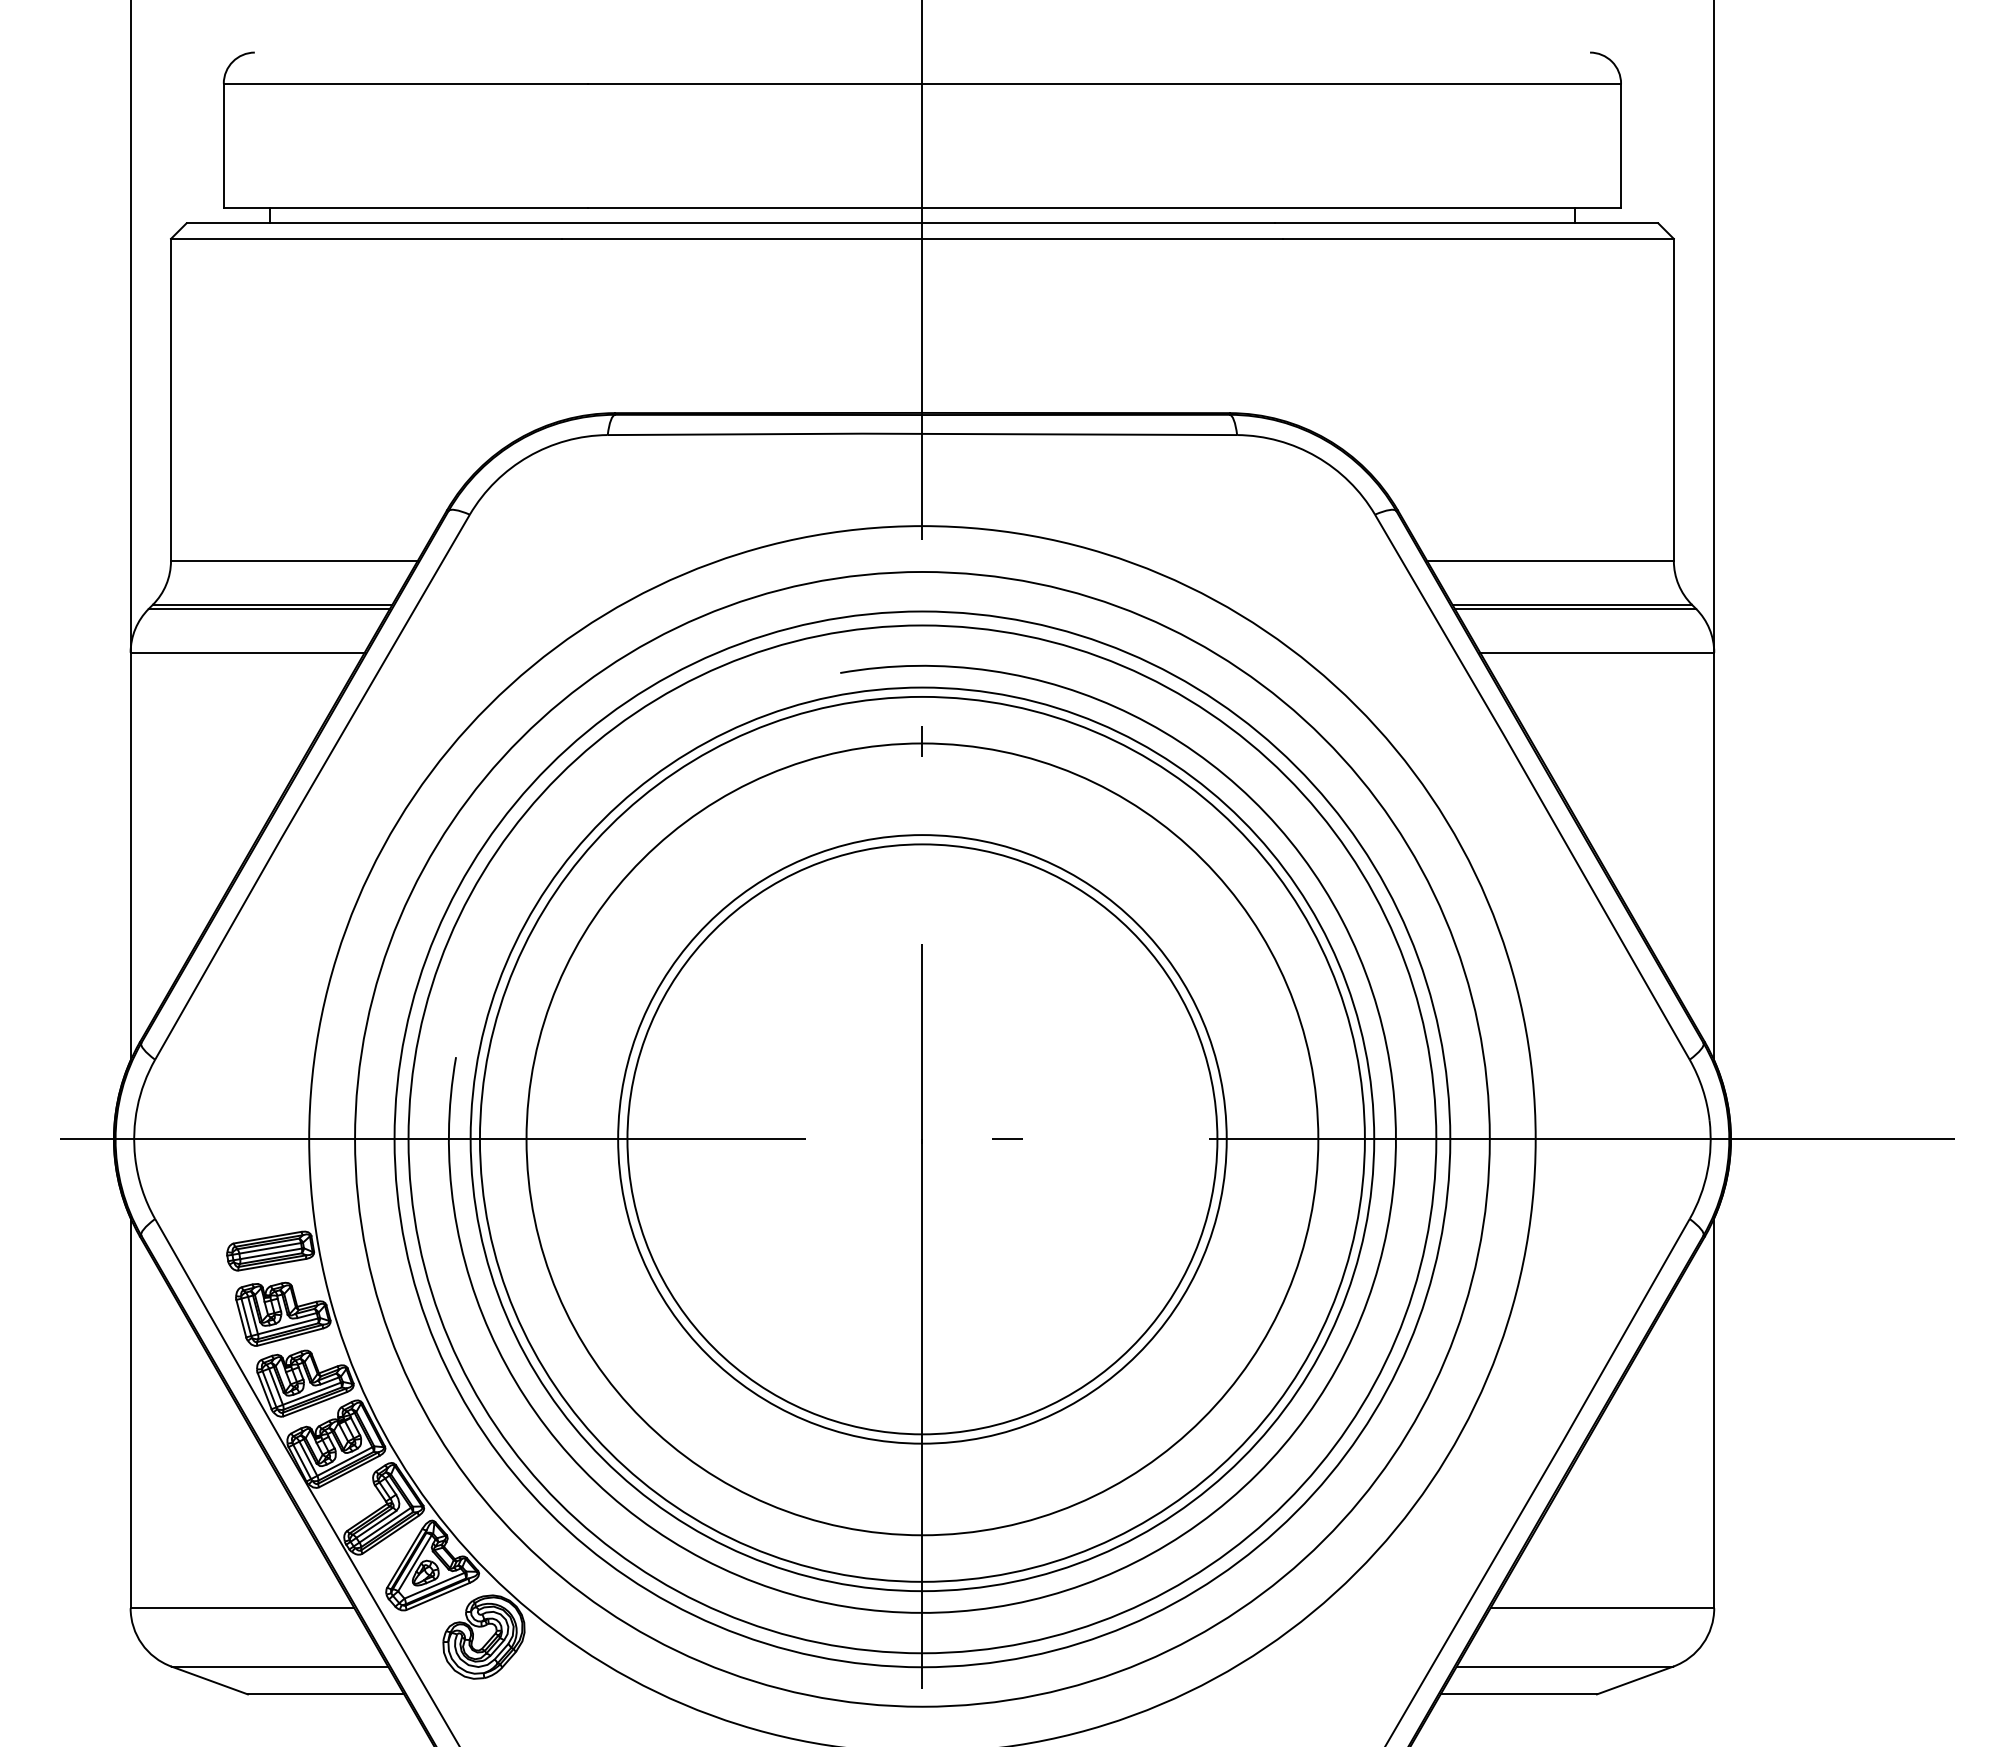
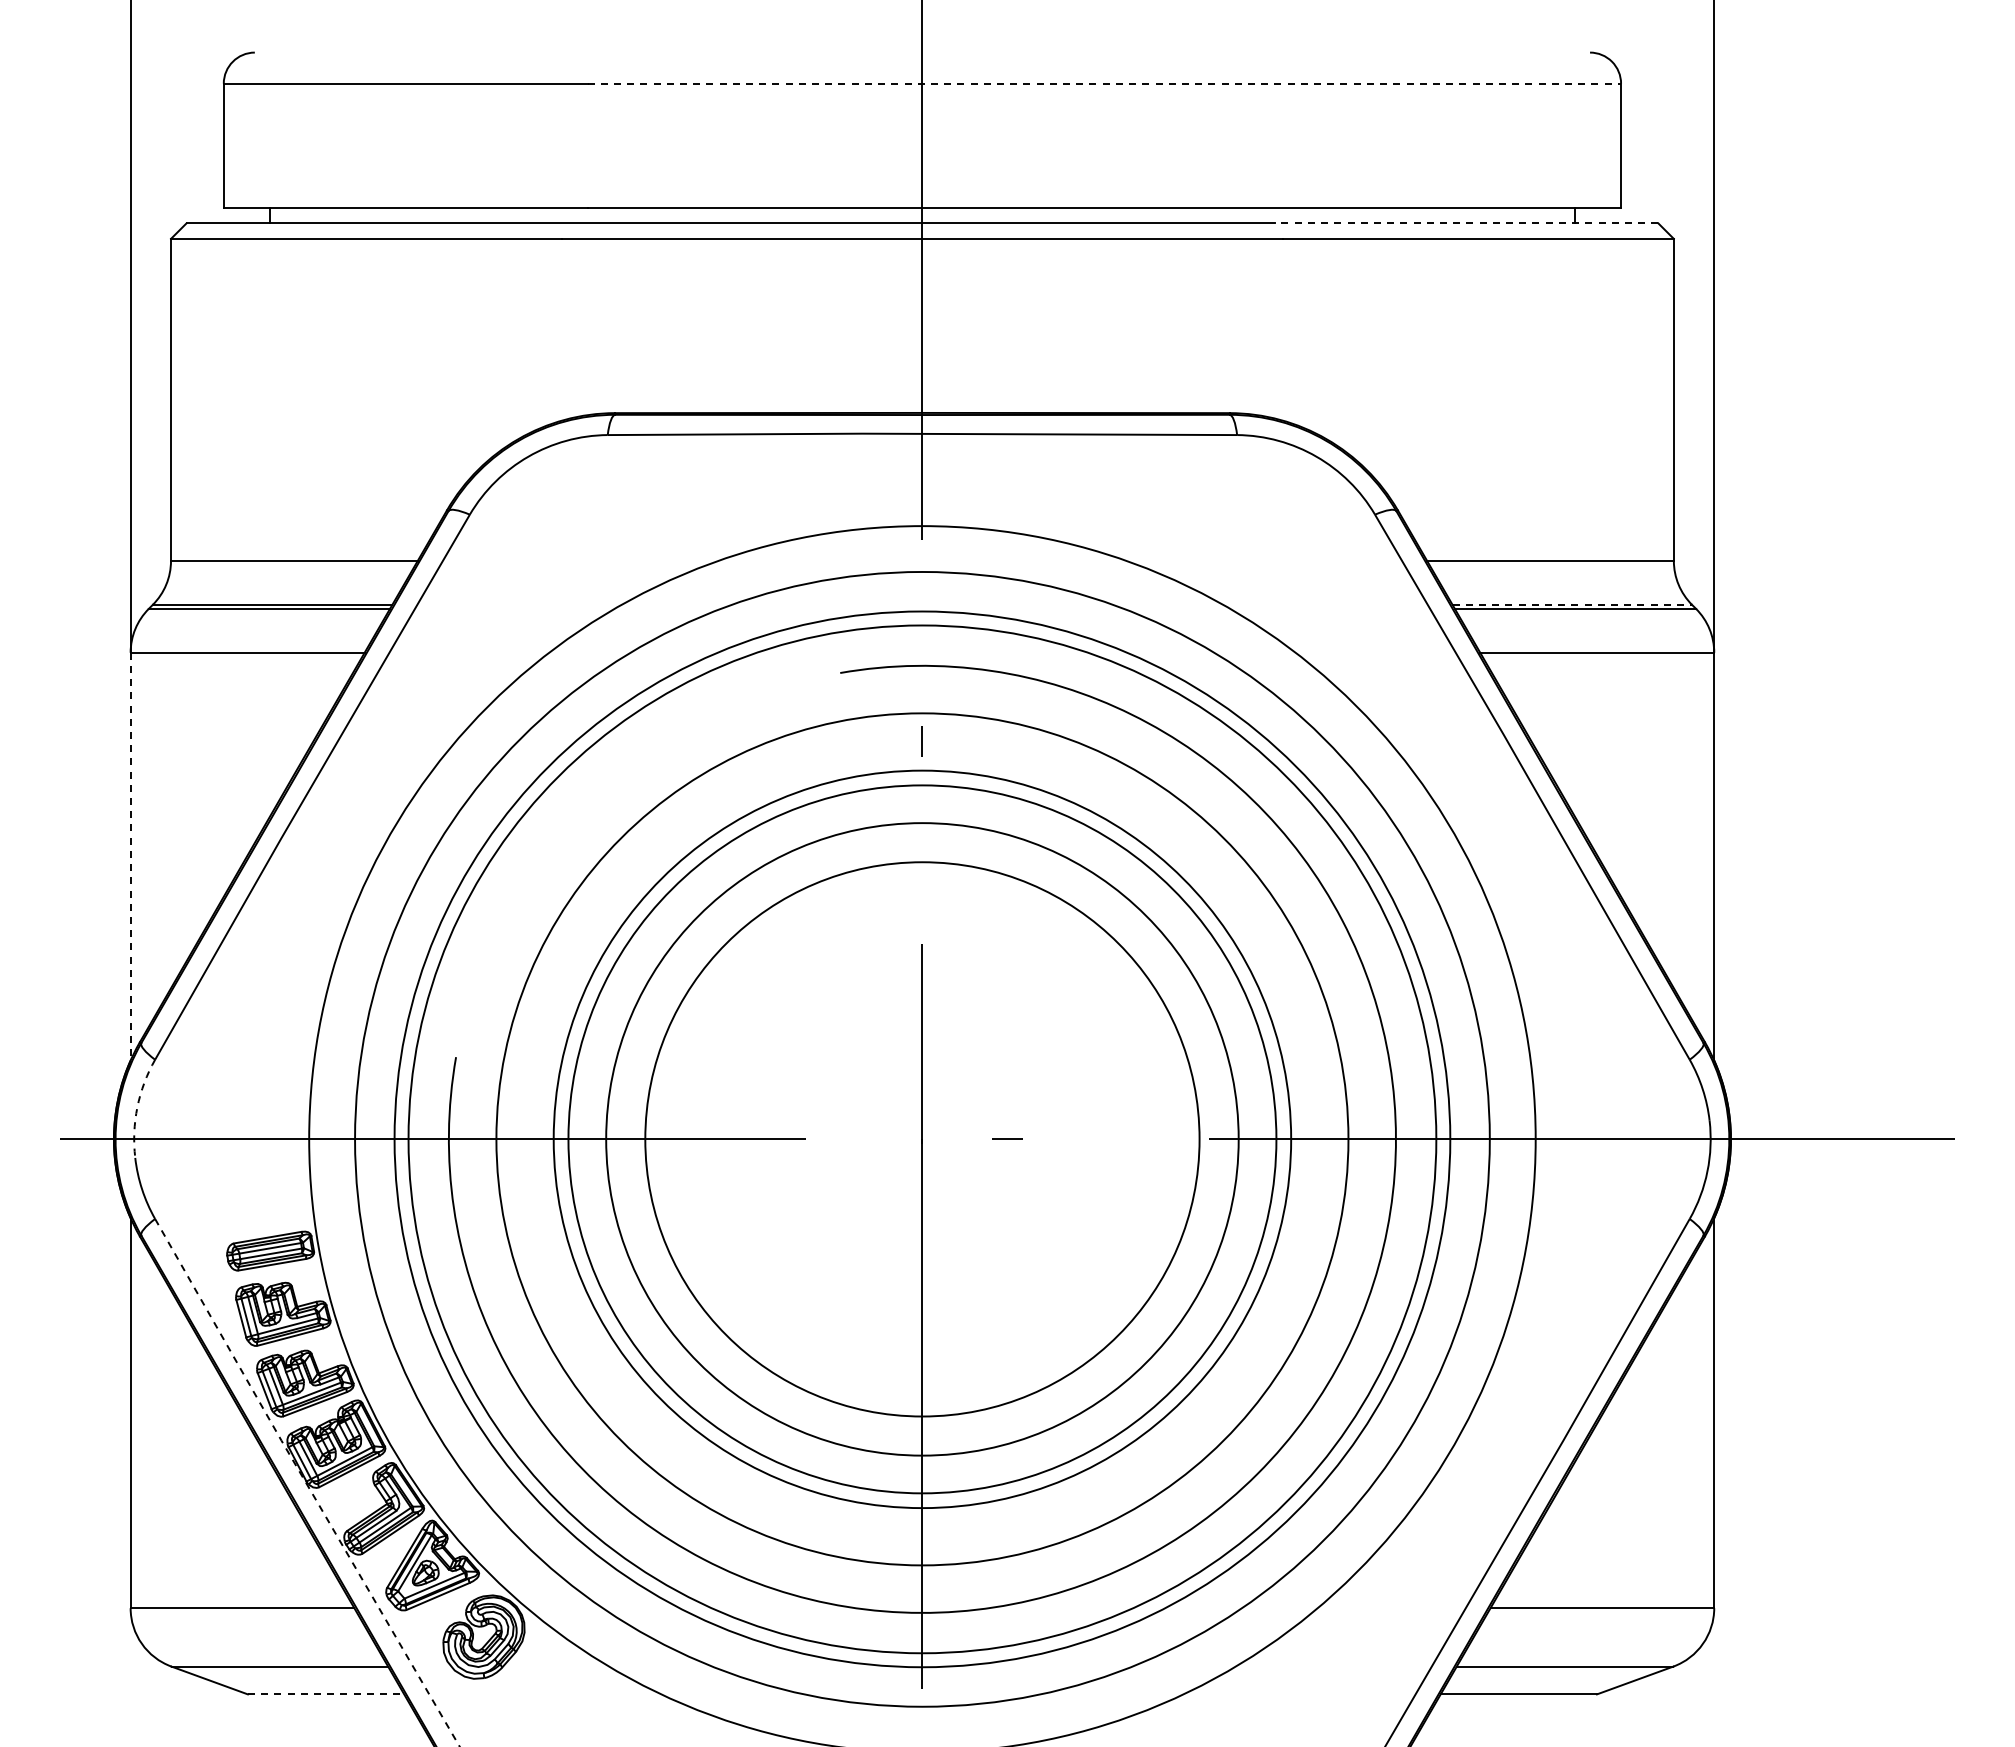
line at (1104, 83): solid -> dashed
line at (1466, 223): solid -> dashed
line at (1572, 604): solid -> dashed
line at (130, 856): solid -> dashed
arc at (137, 1107): solid -> dashed
circle at (921, 1138) diameter: 885 px -> 708 px
circle at (922, 1139) diameter: 590 px -> 737 px
circle at (922, 1139) diameter: 609 px -> 852 px
circle at (922, 1139) diameter: 792 px -> 554 px
circle at (922, 1139) diameter: 904 px -> 633 px
line at (306, 1483): solid -> dashed
line at (326, 1694): solid -> dashed
